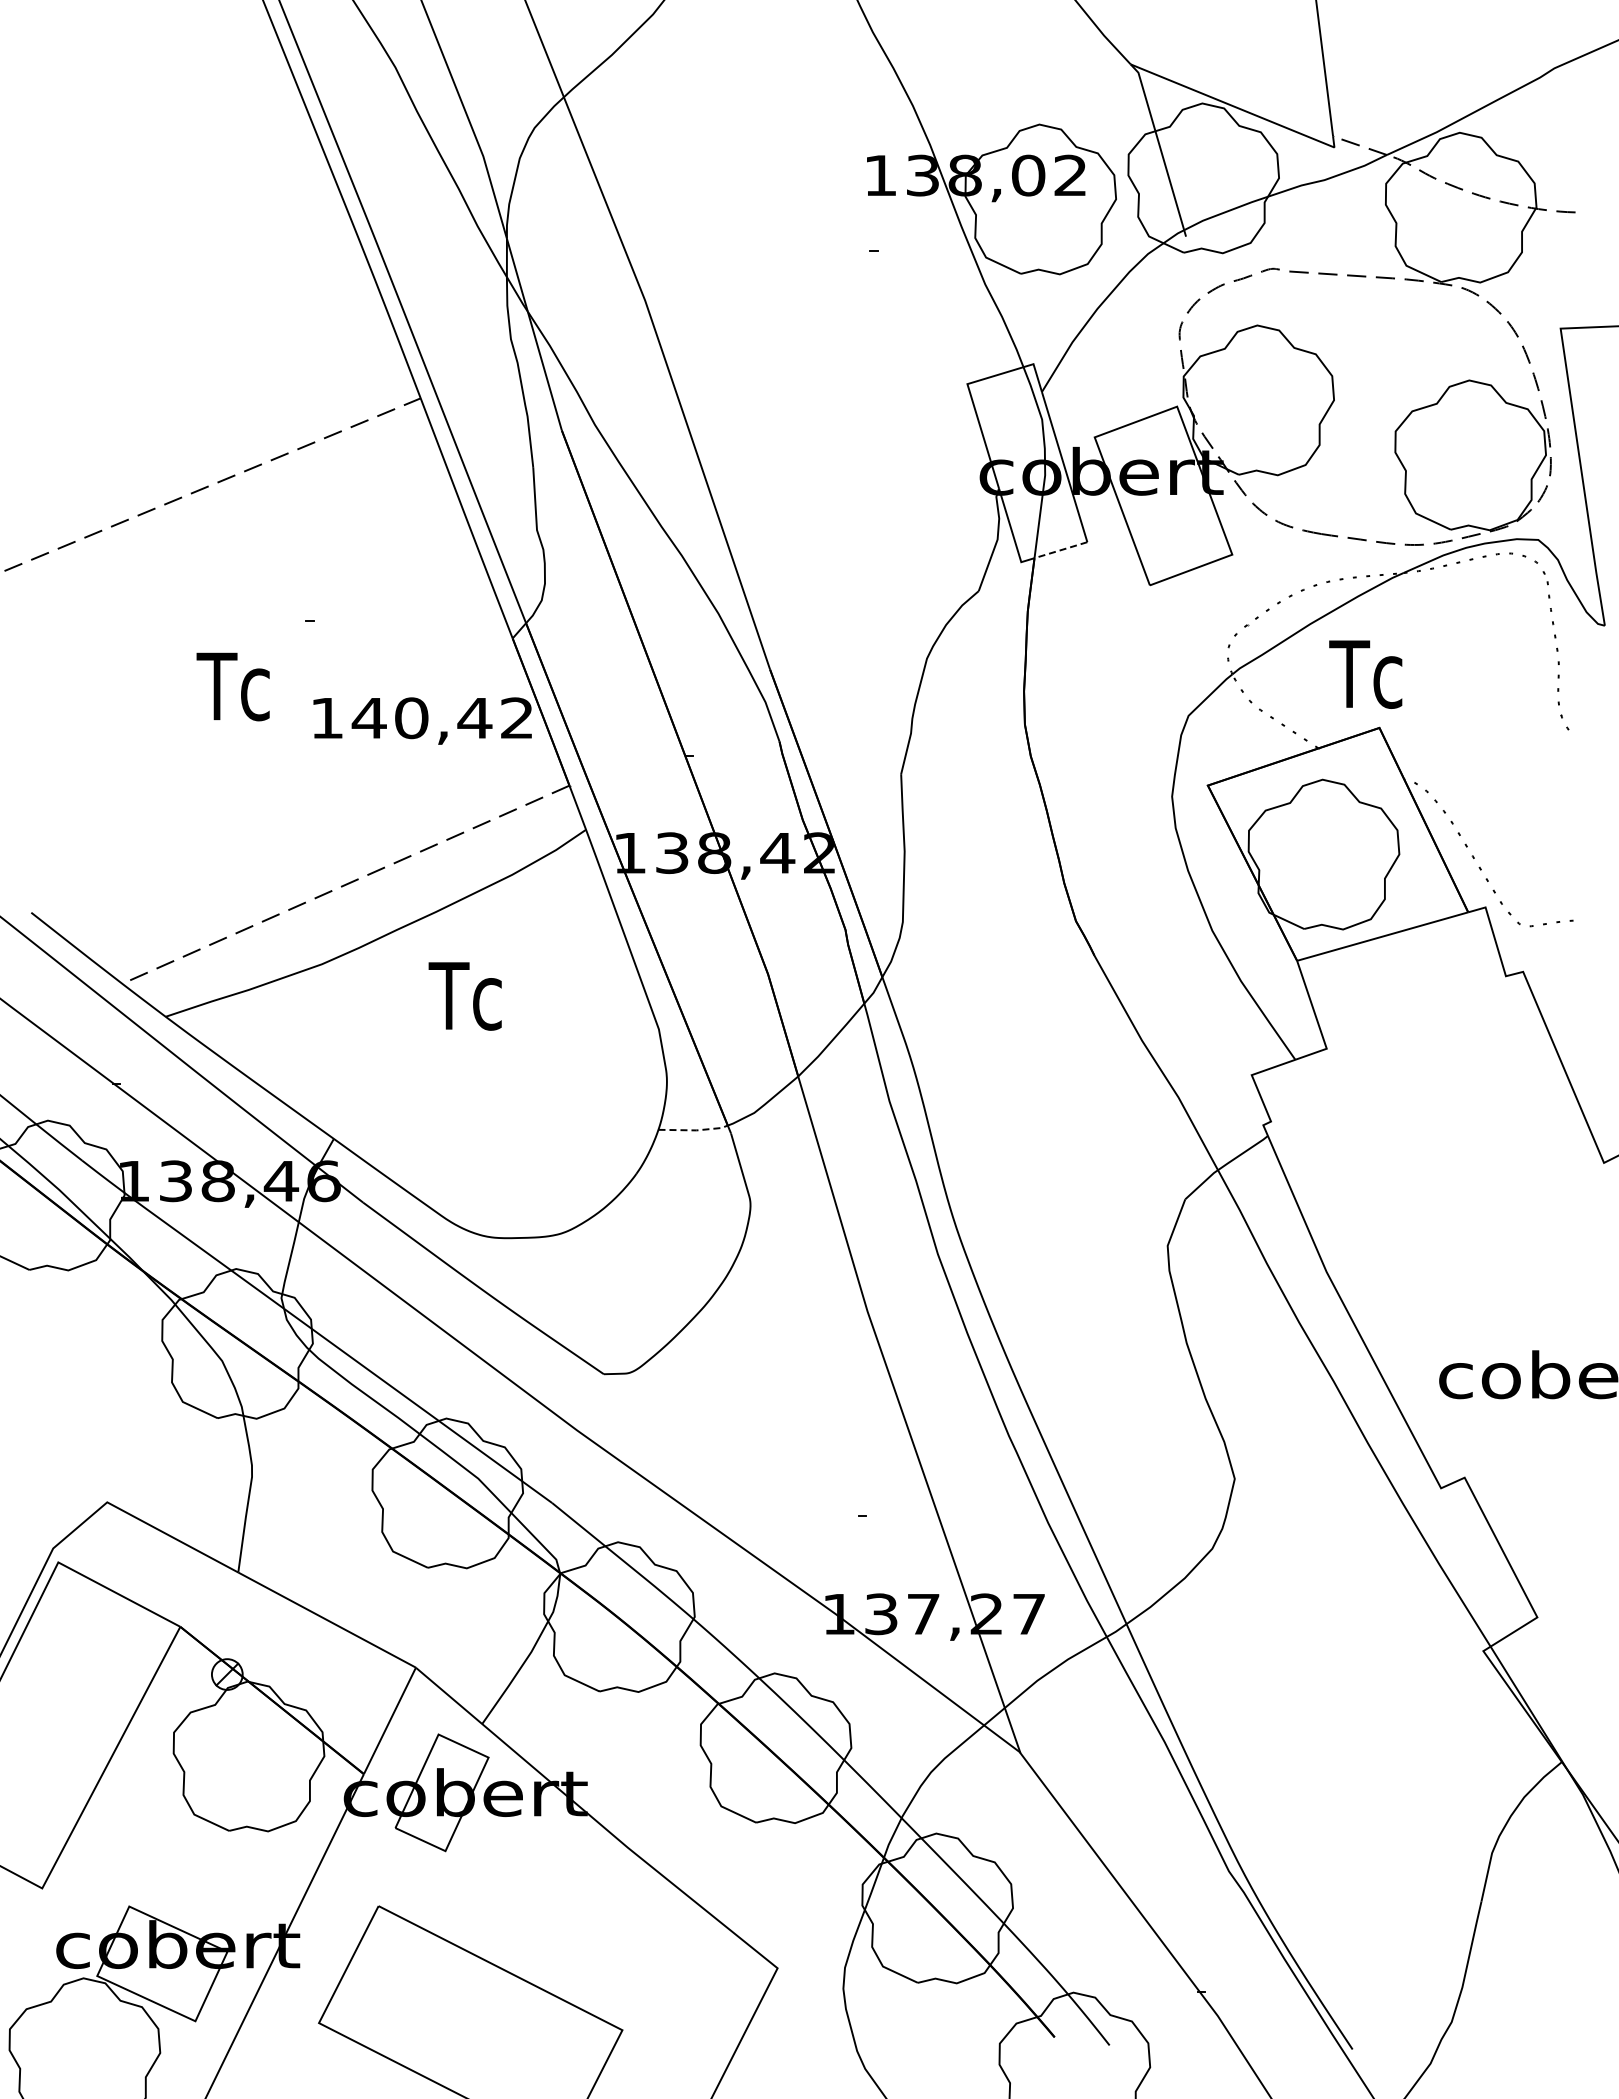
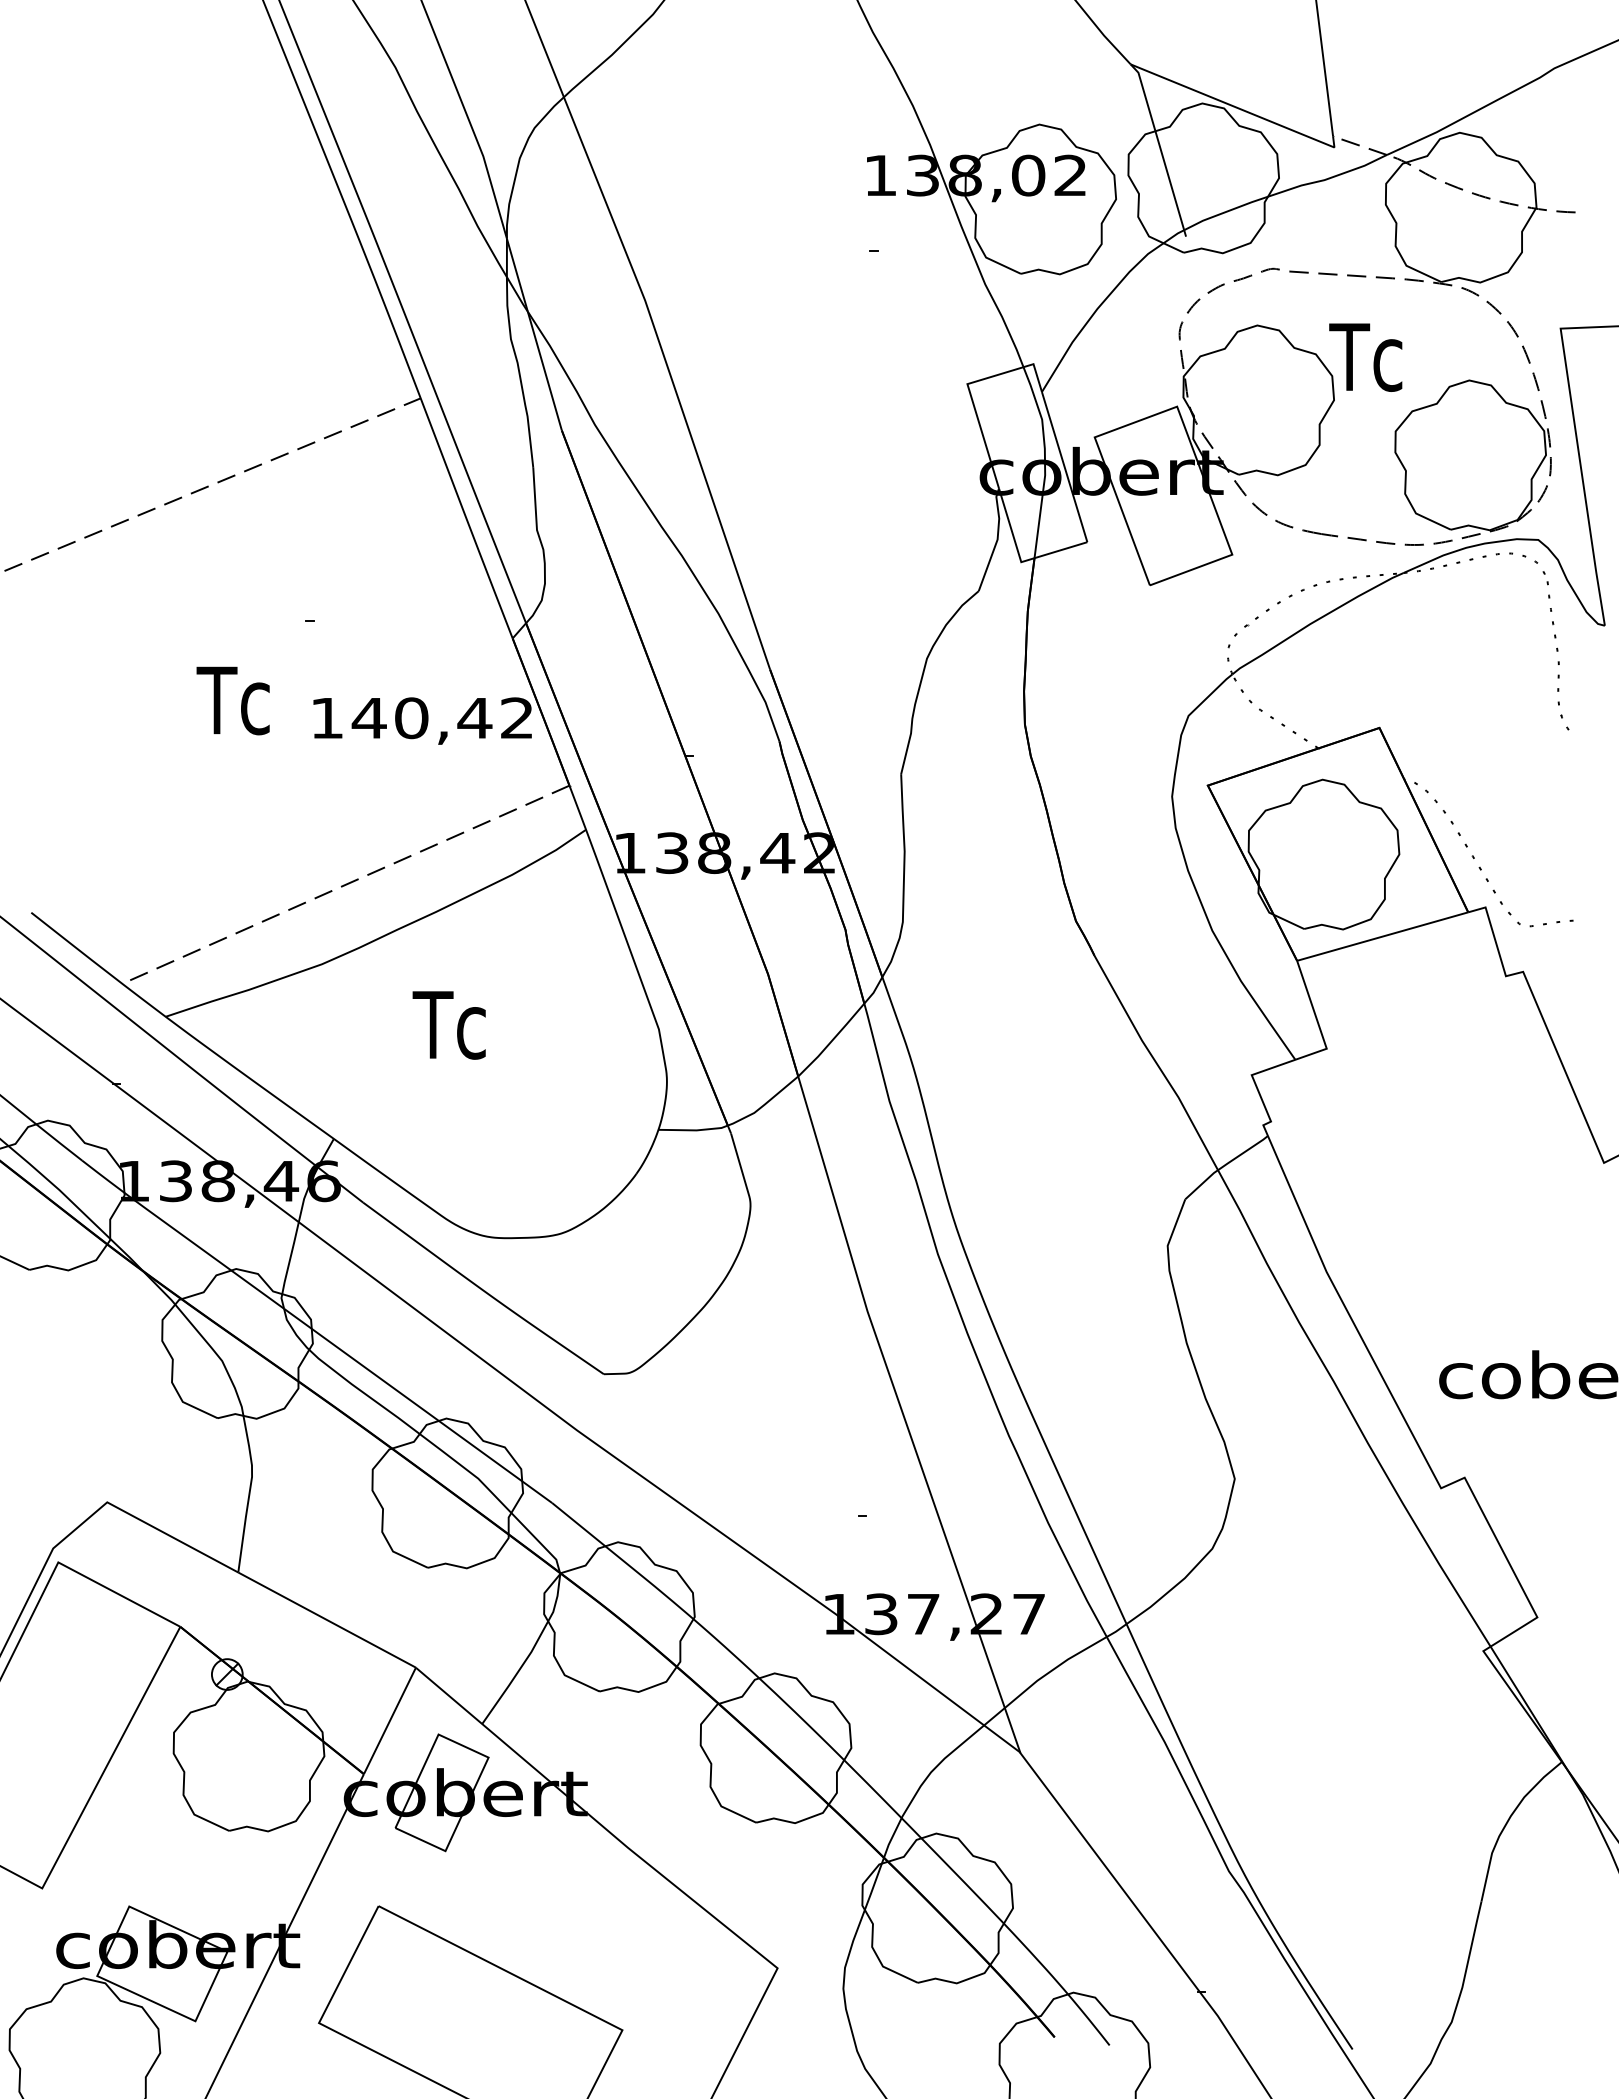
line at (1060, 550): dashed -> solid
text at (1365, 674) position: (1365, 674) -> (1365, 357)
text at (232, 686) position: (232, 686) -> (232, 700)
text at (464, 996) position: (464, 996) -> (448, 1025)
line at (694, 1130): dashed -> solid
